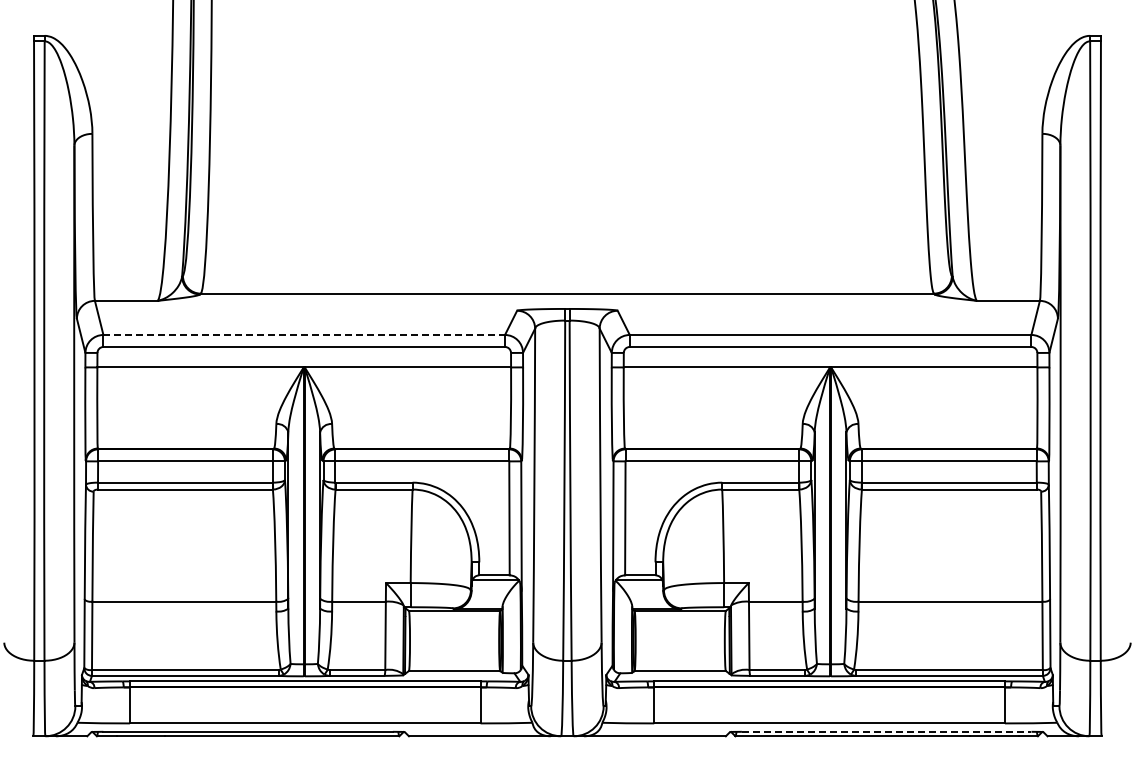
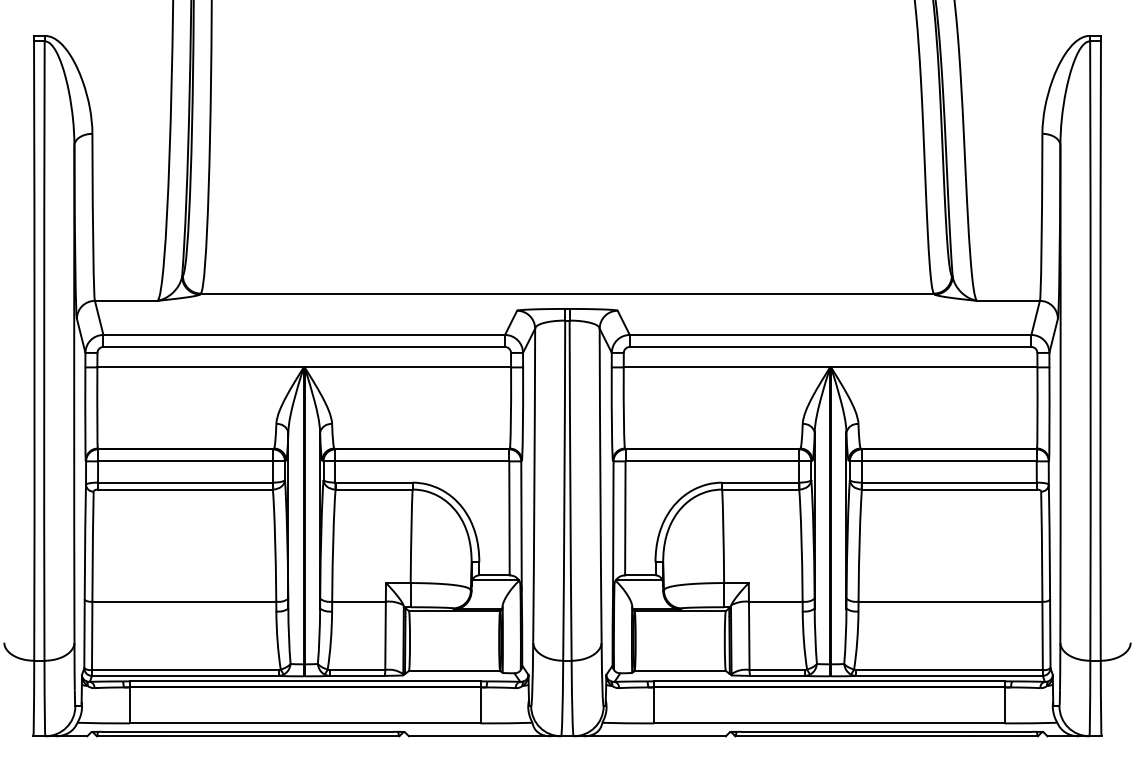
line at (304, 334): dashed -> solid
line at (886, 731): dashed -> solid
